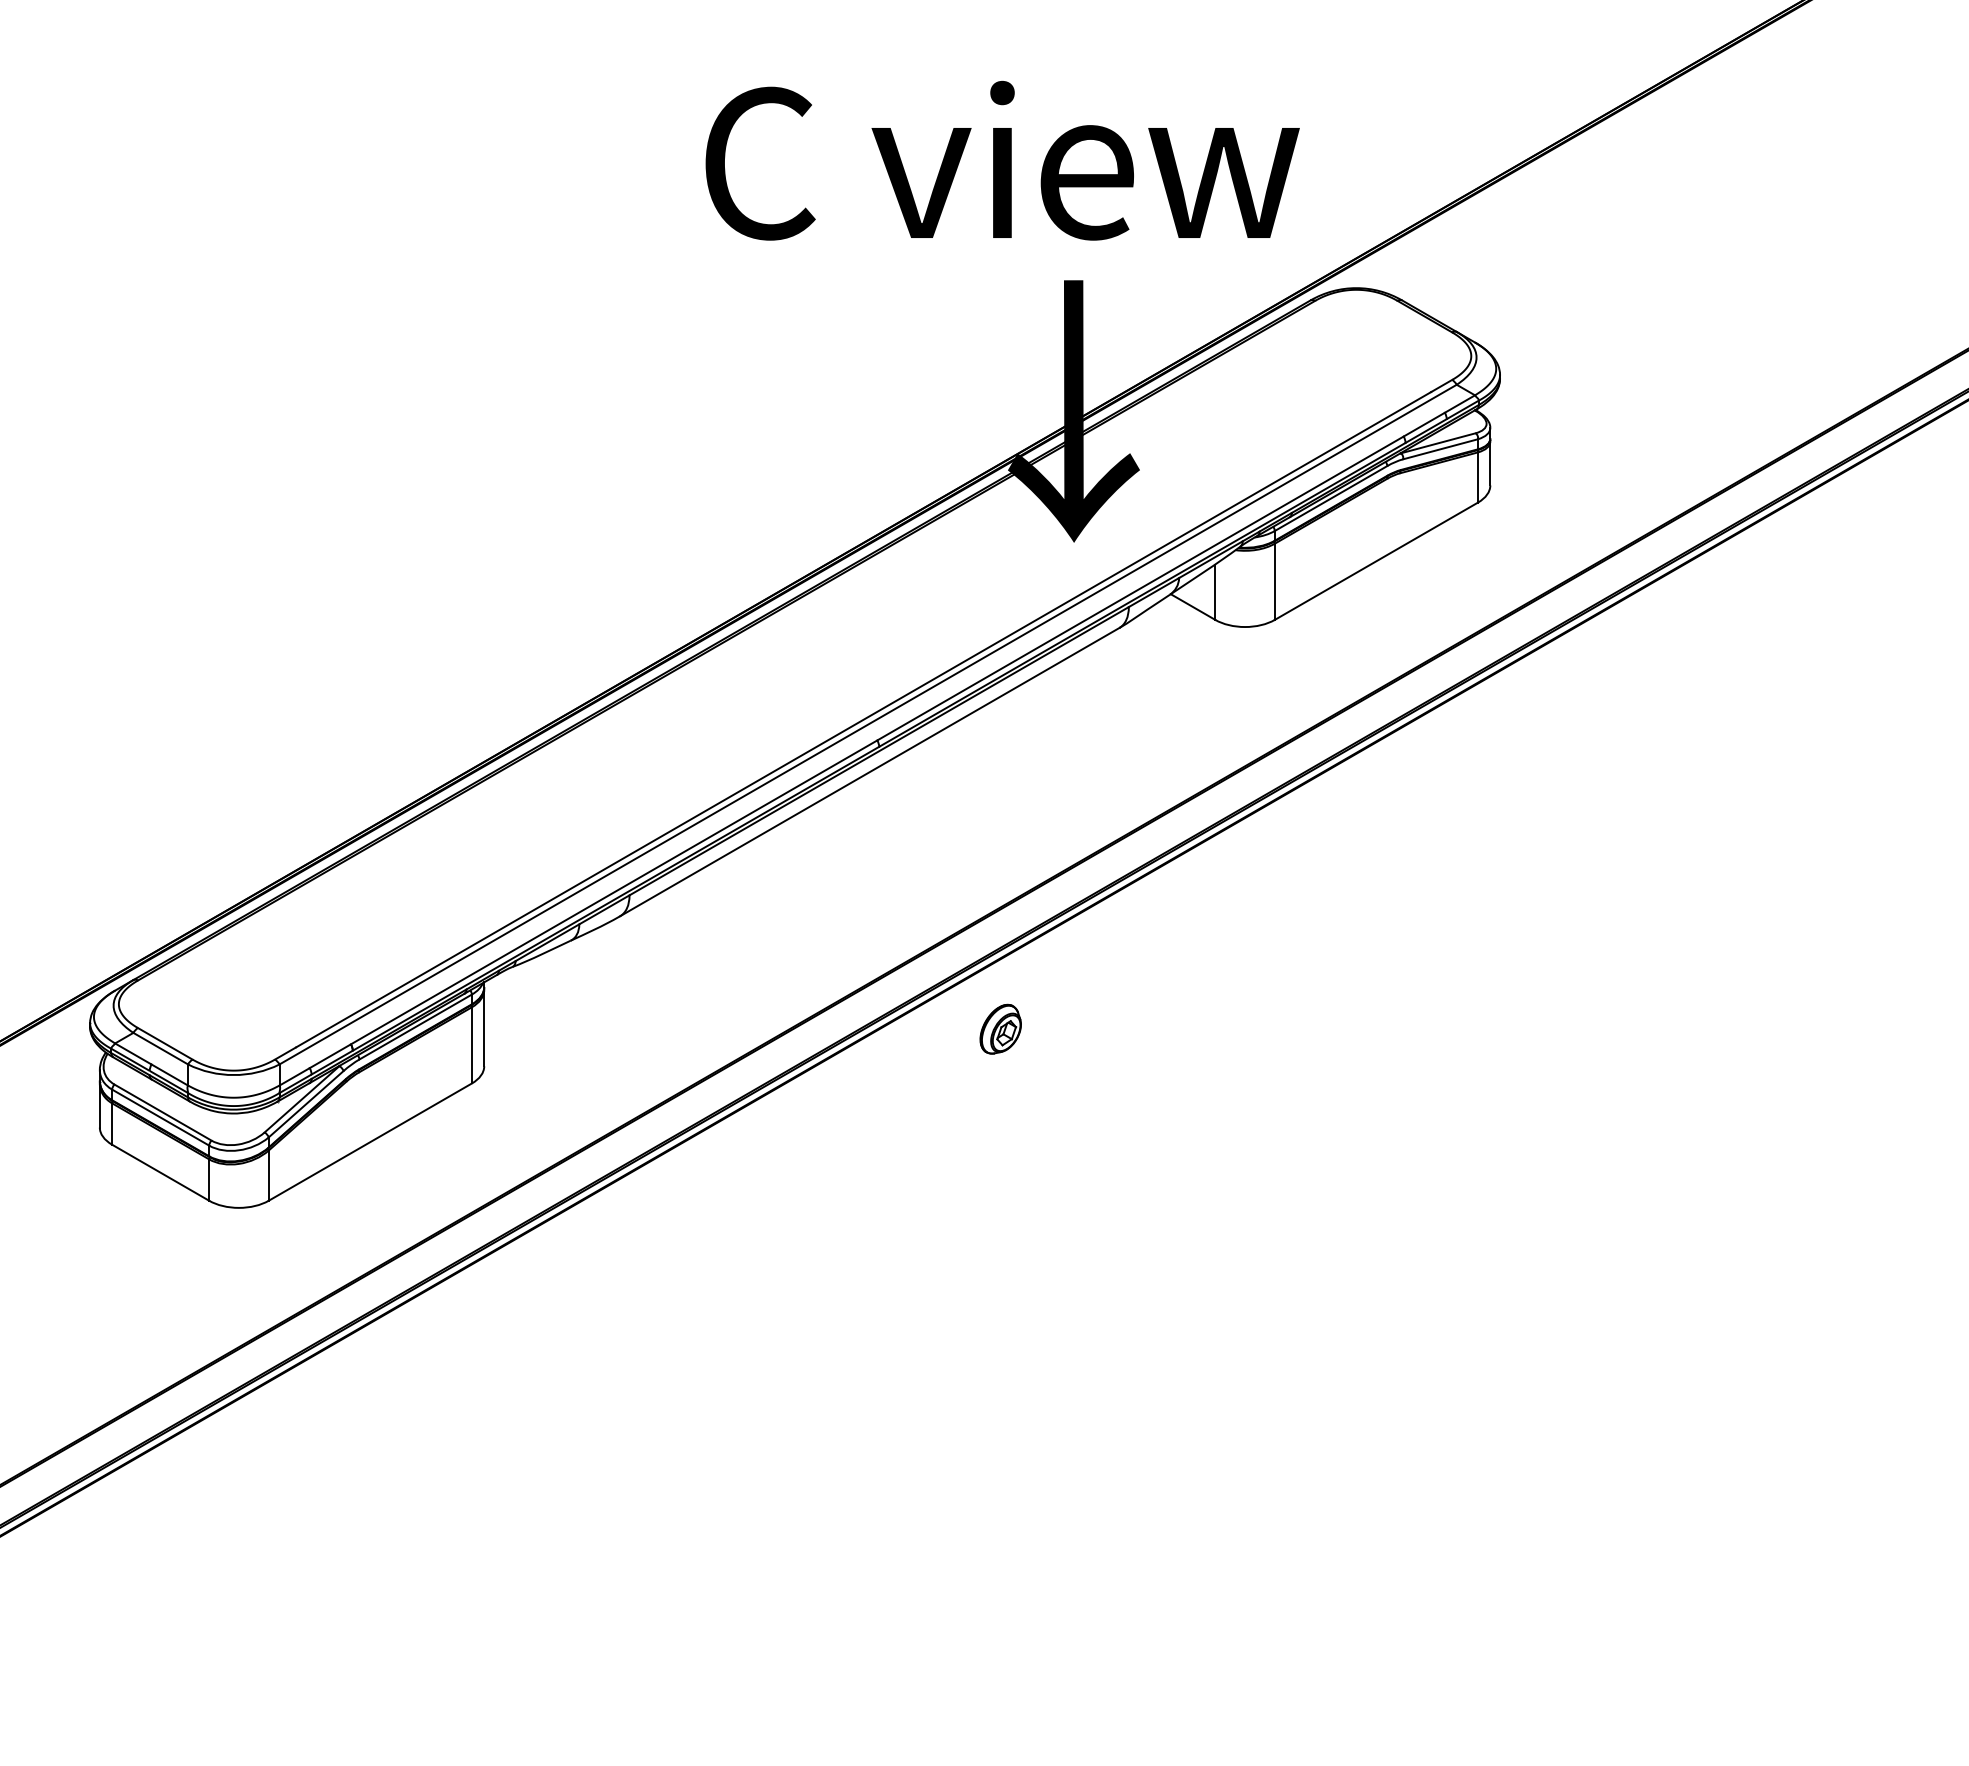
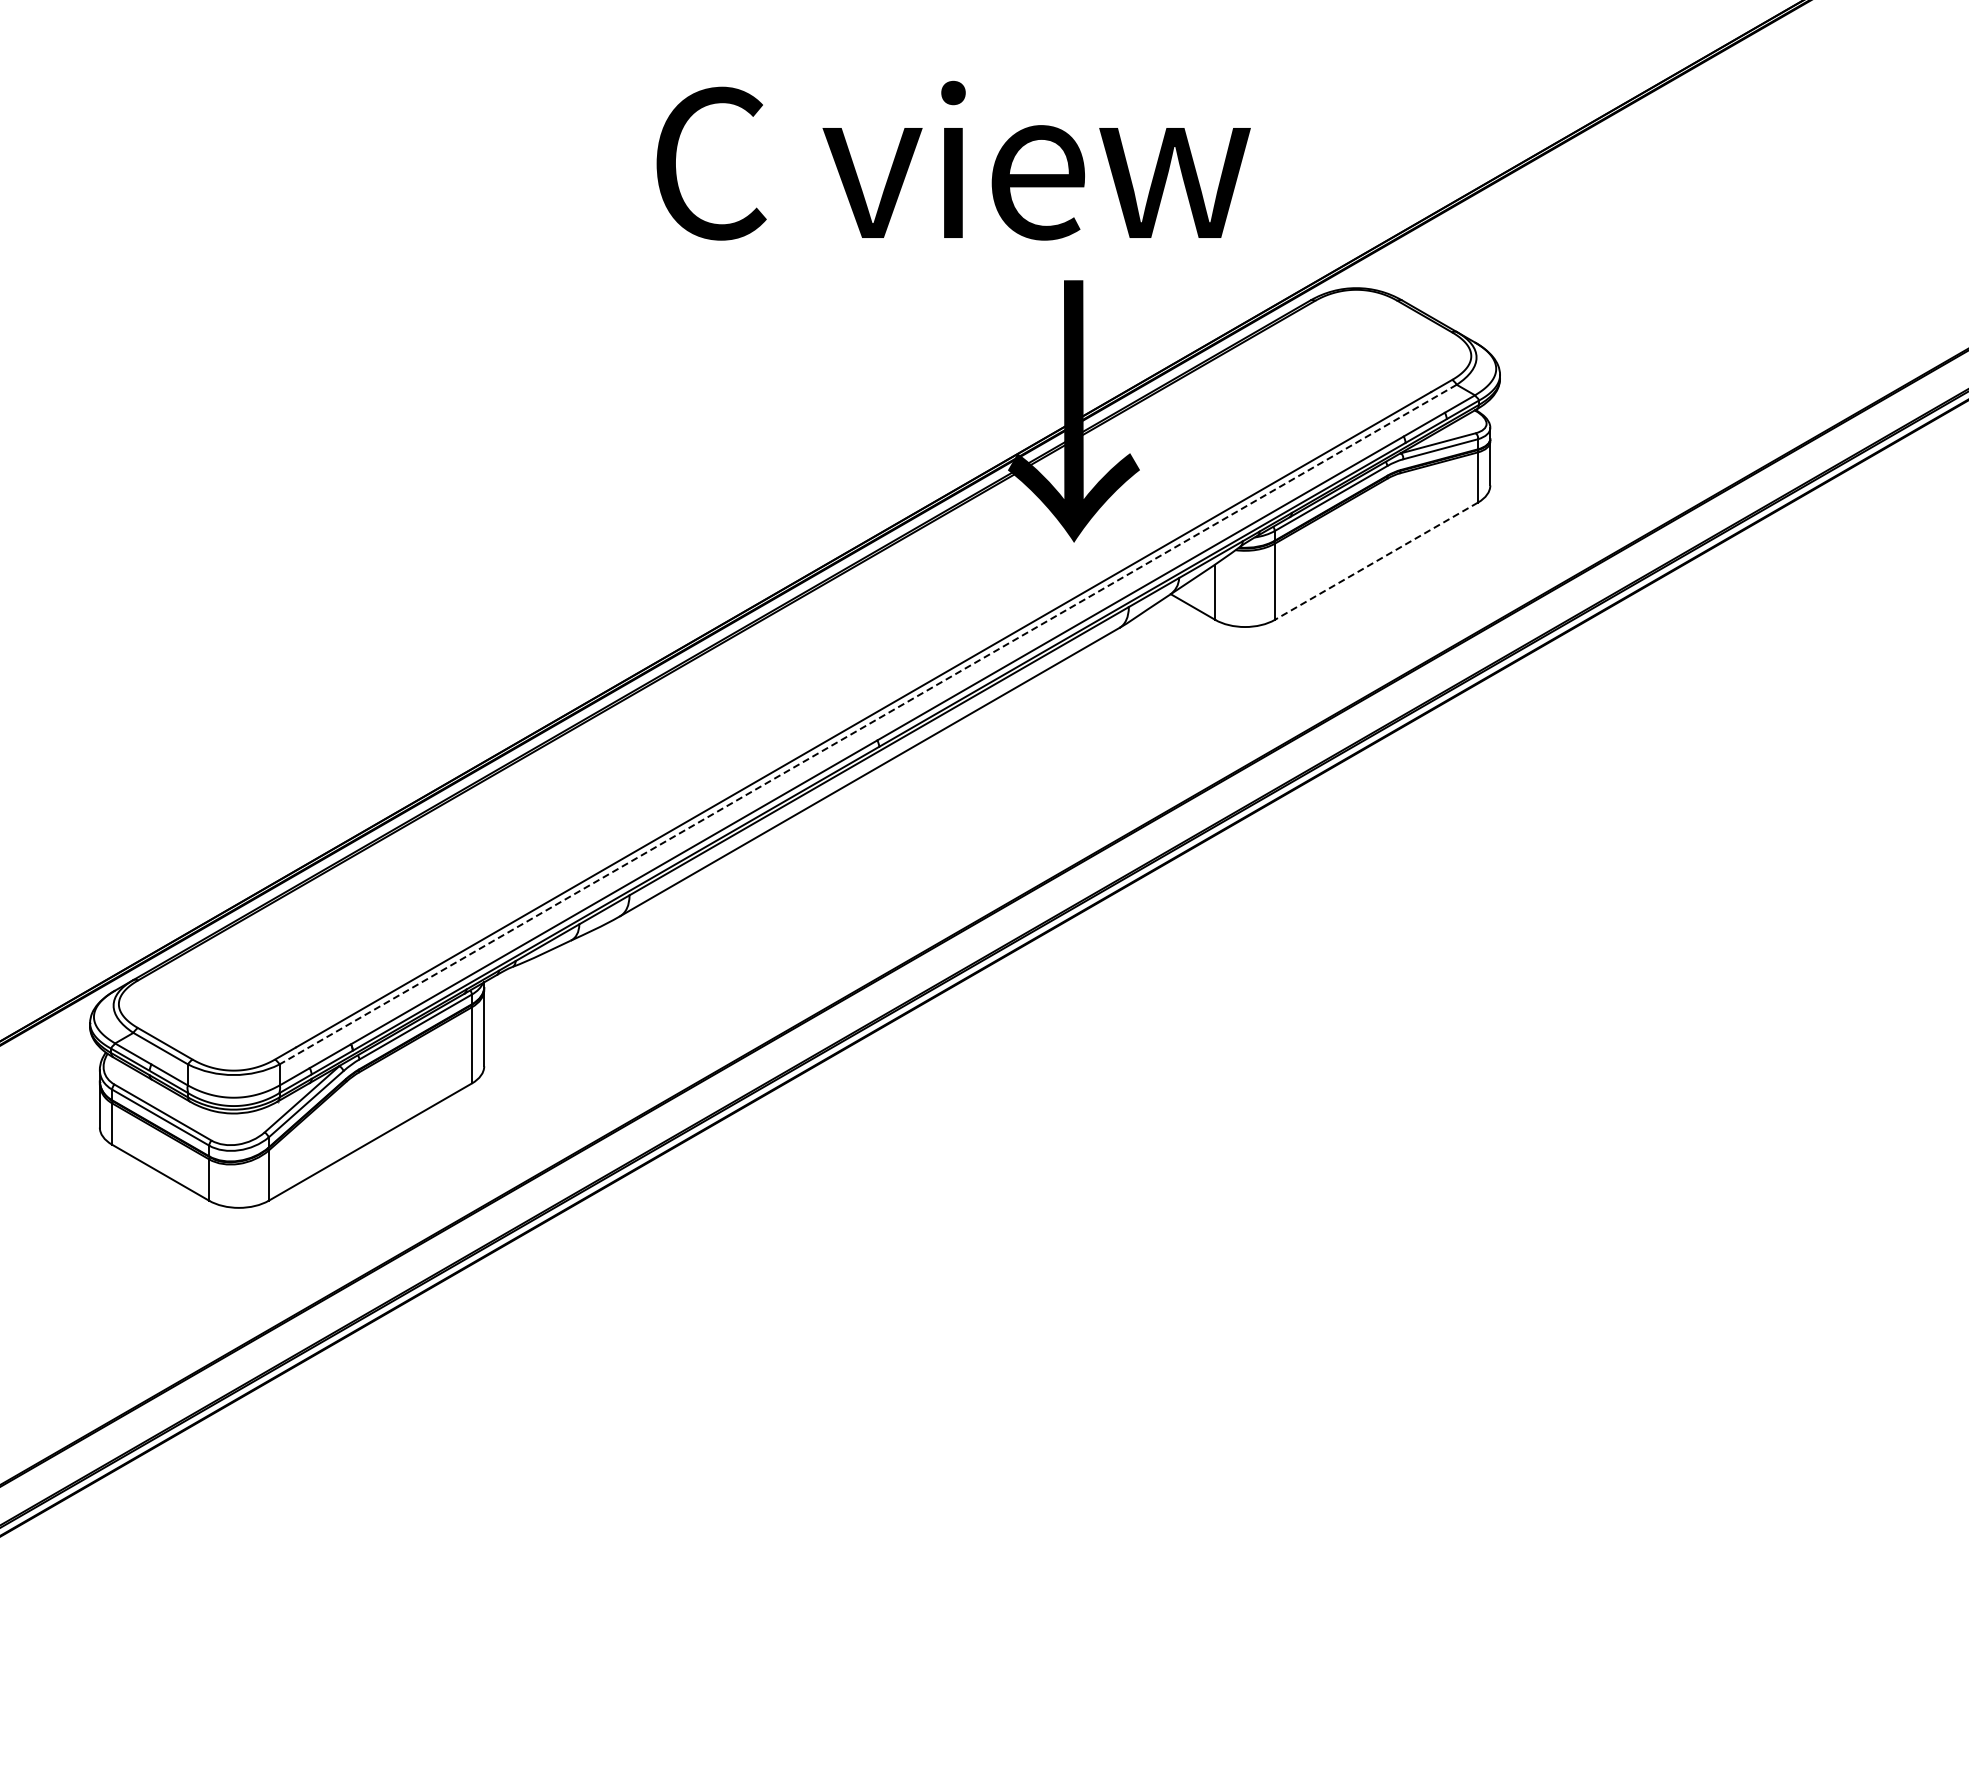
text at (1002, 160) position: (1002, 160) -> (953, 160)
line at (1375, 561): solid -> dashed
line at (868, 724): solid -> dashed
part at (1000, 1028): present -> none
